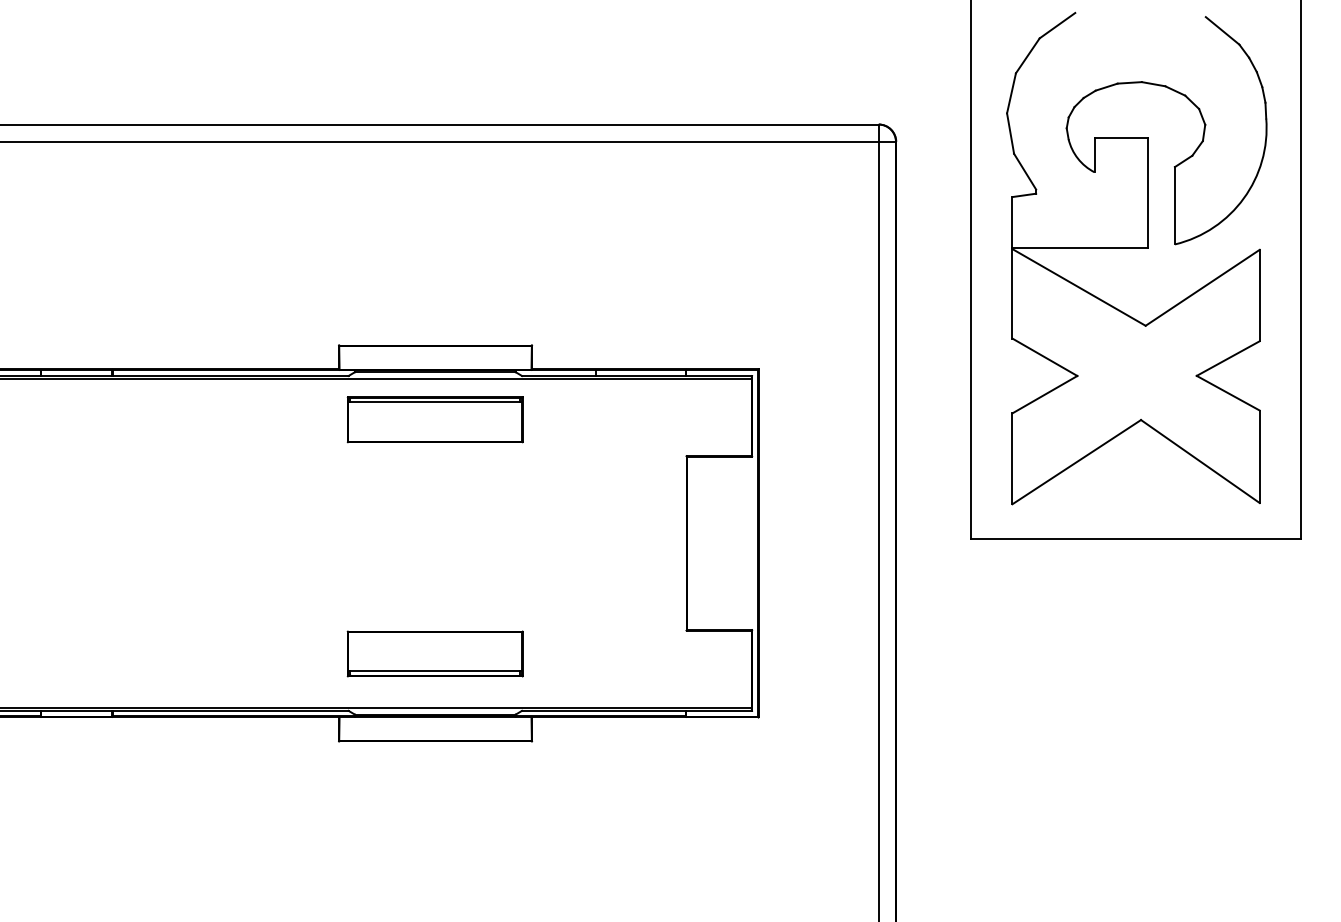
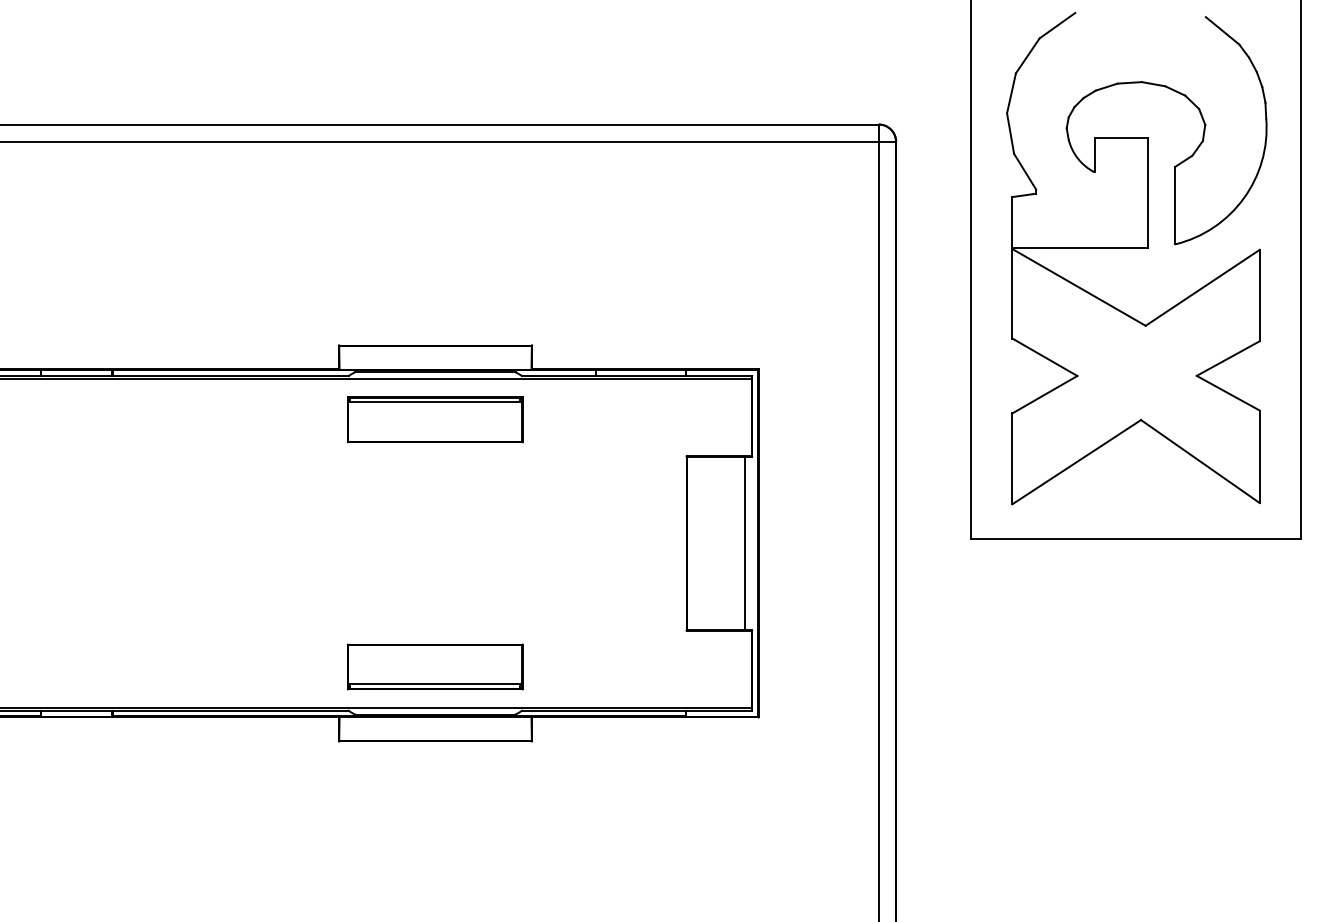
line at (744, 543): none -> present
part at (434, 653) position: (434, 653) -> (434, 666)
